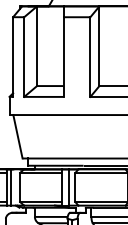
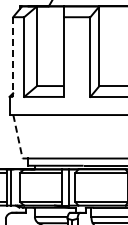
line at (13, 57): solid -> dashed
line at (18, 137): solid -> dashed
